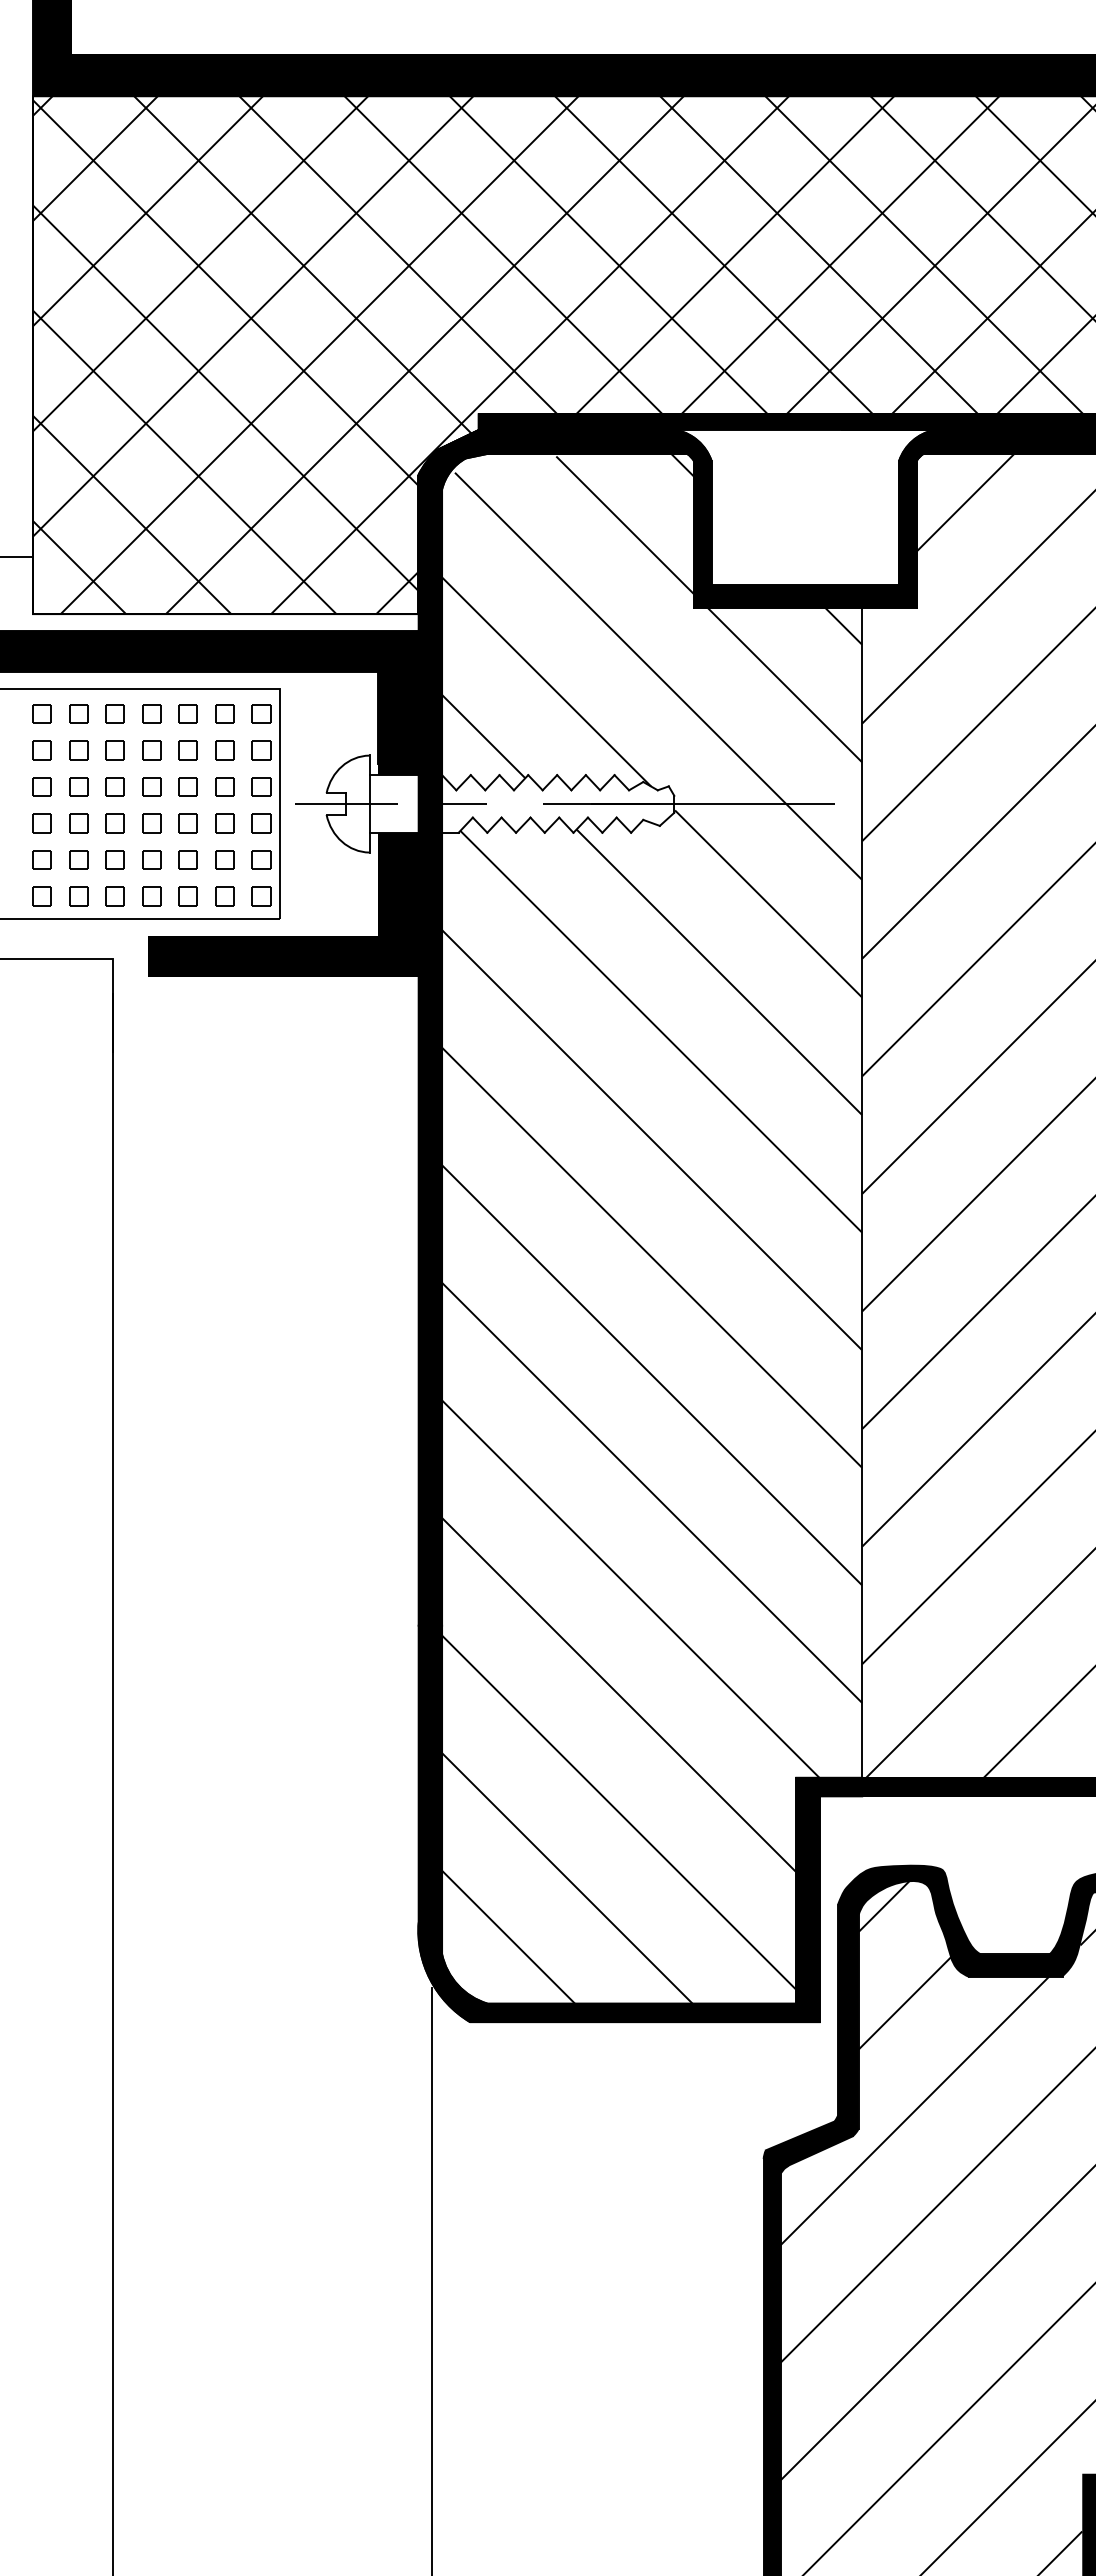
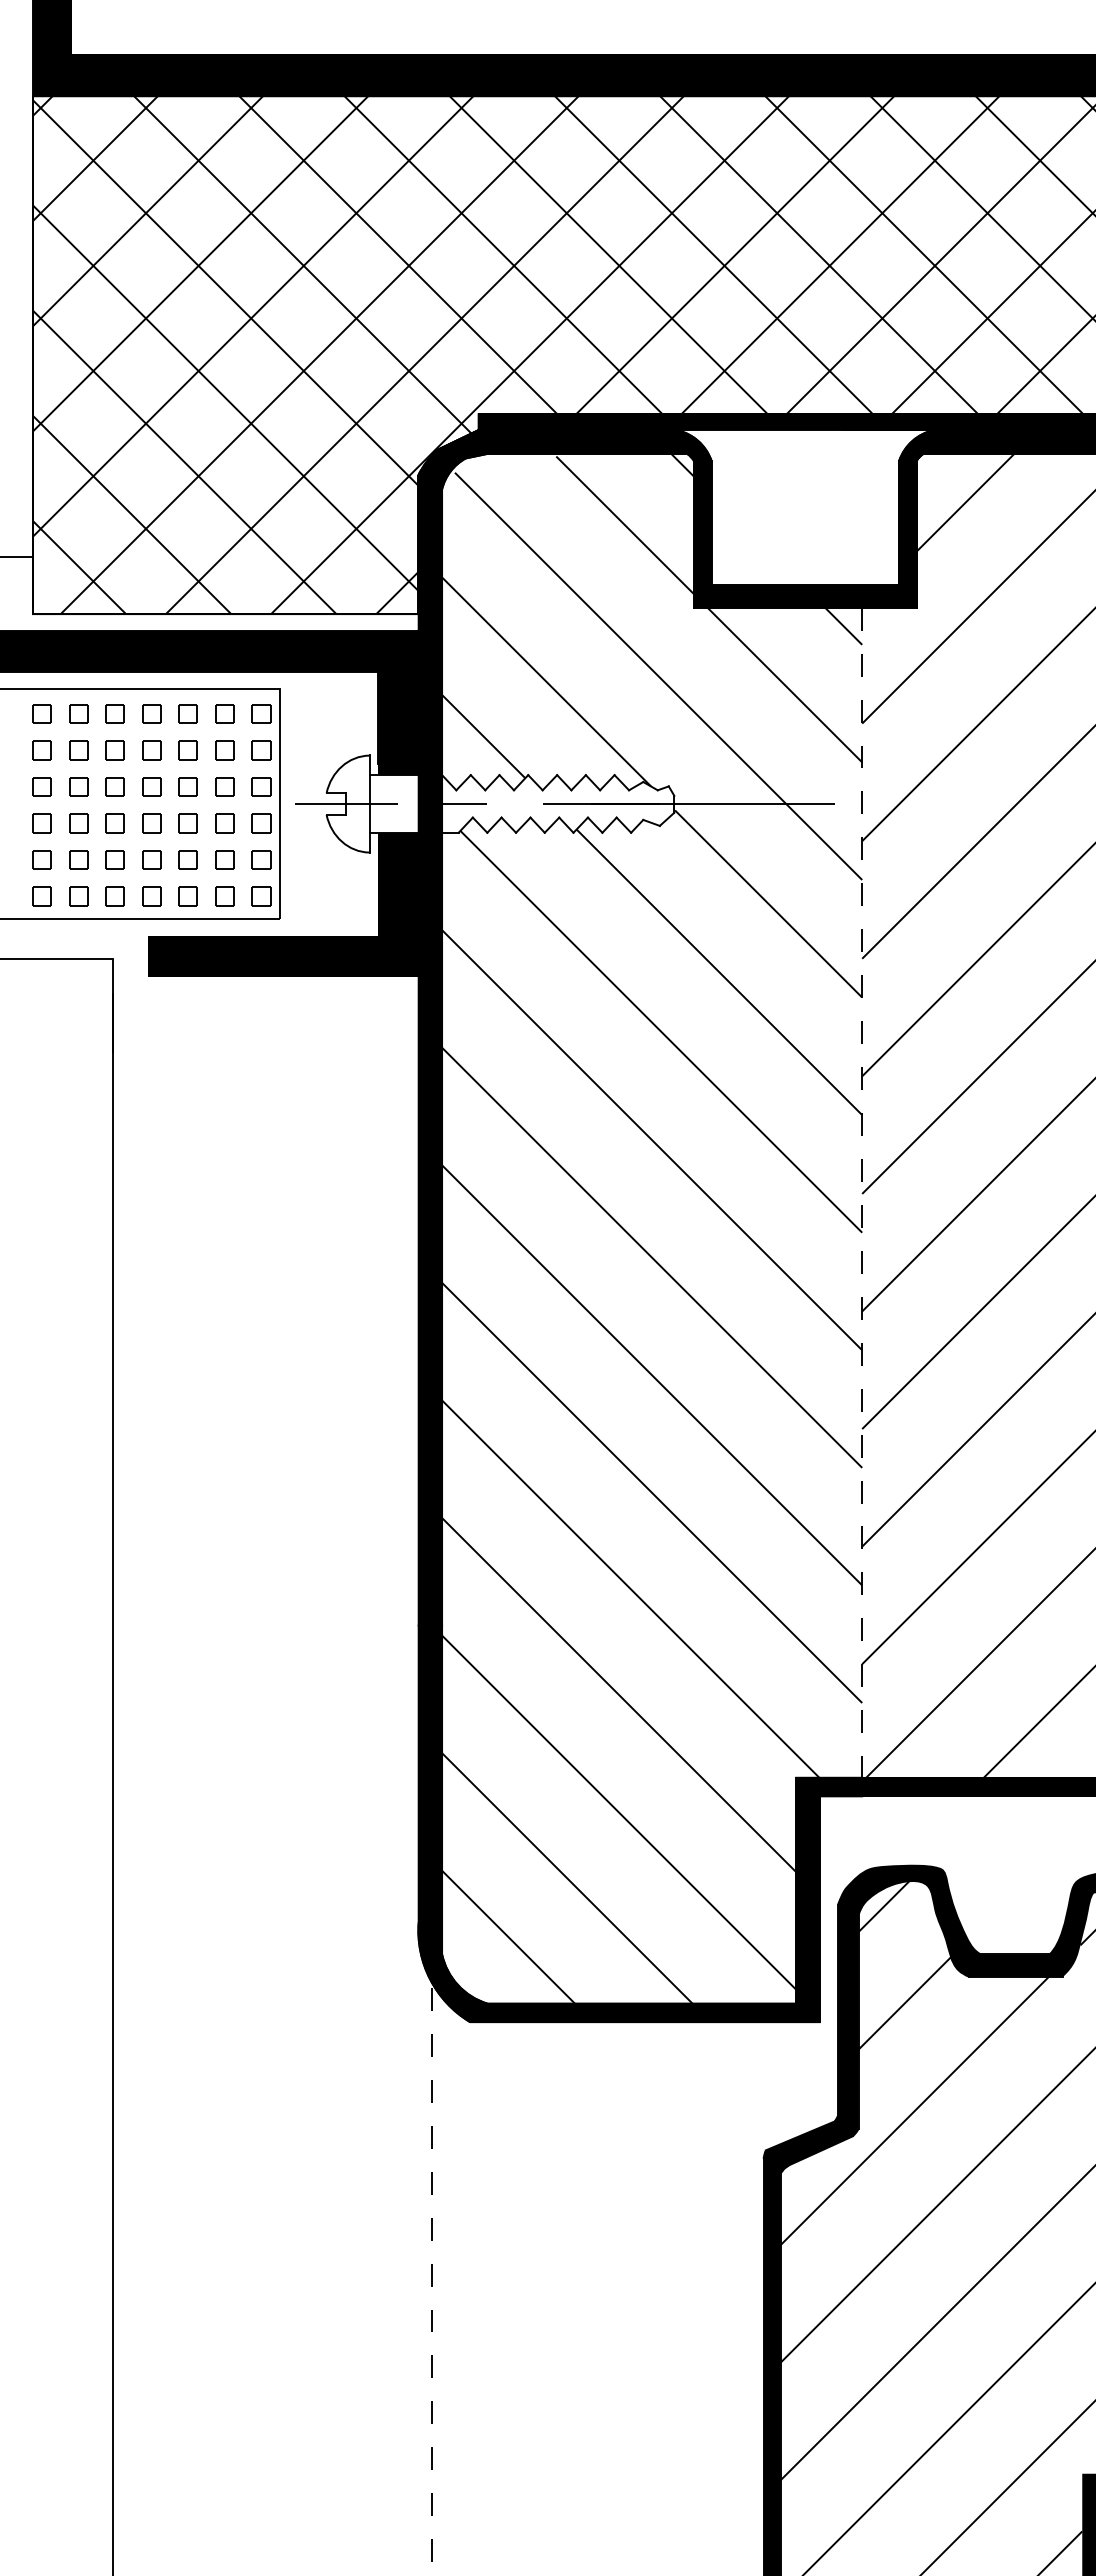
line at (862, 1202): solid -> dashed
line at (432, 2281): solid -> dashed
